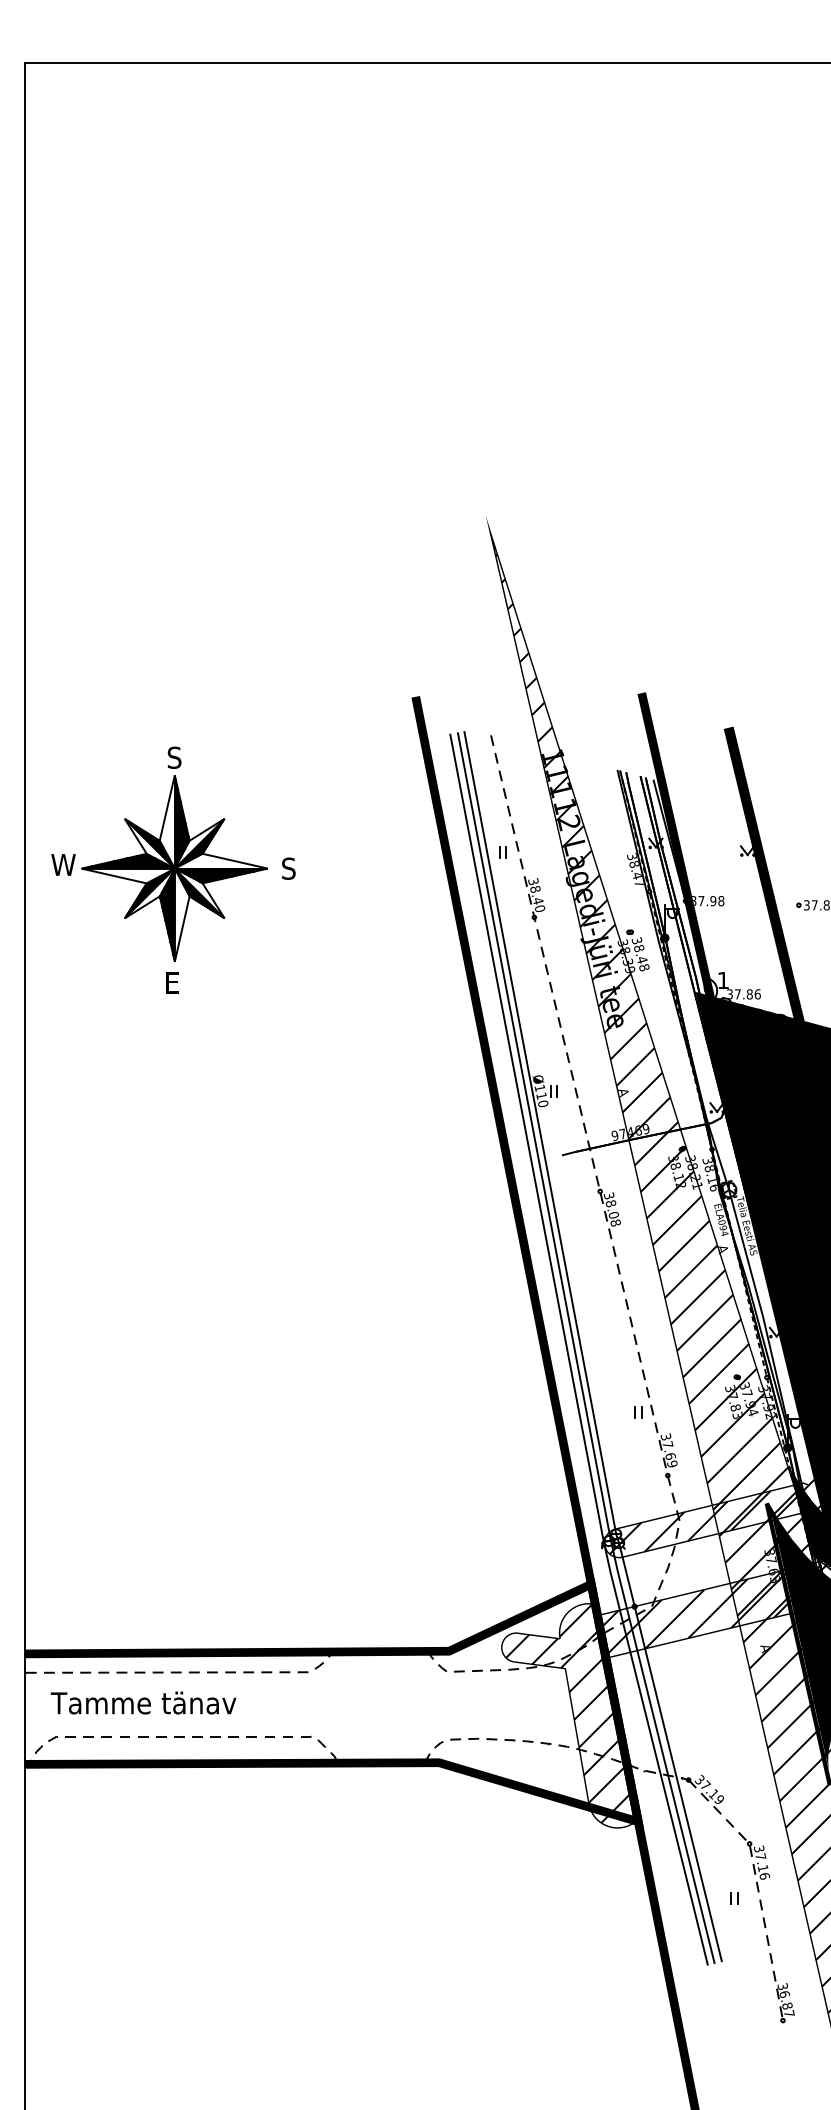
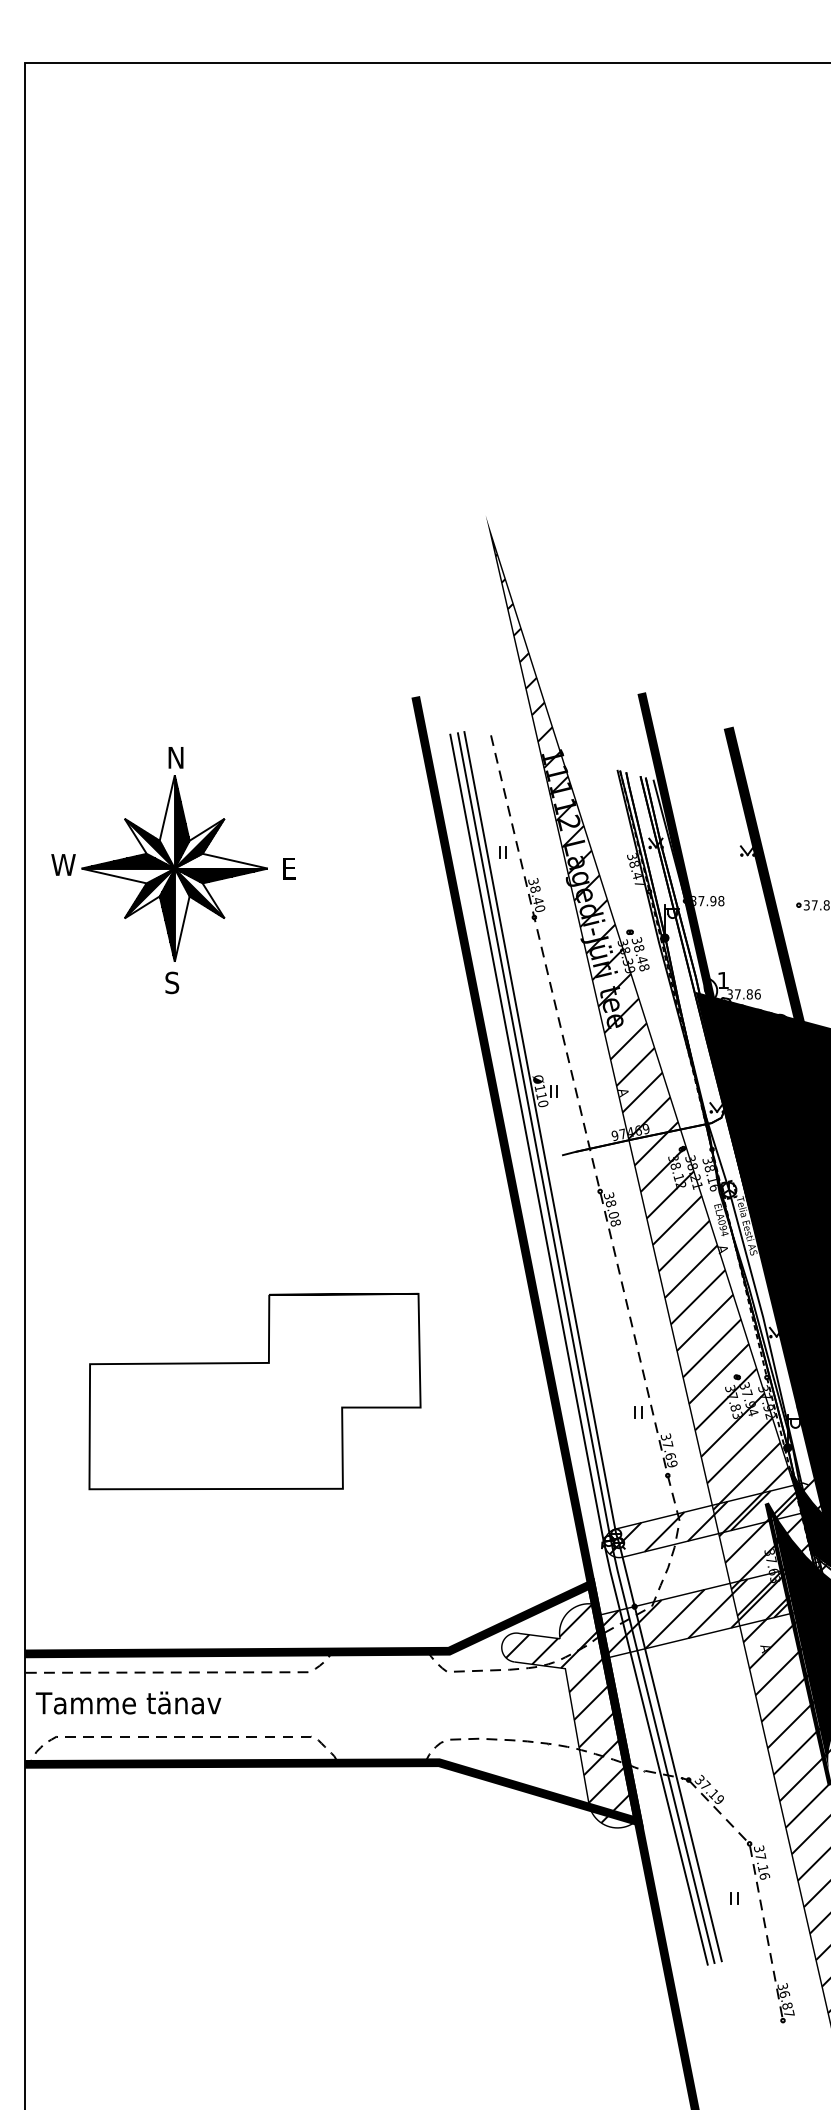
text at (175, 757): S -> N
text at (288, 868): S -> E
text at (172, 982): E -> S
curve at (254, 1363): none -> present
text at (143, 1702) position: (143, 1702) -> (128, 1702)
